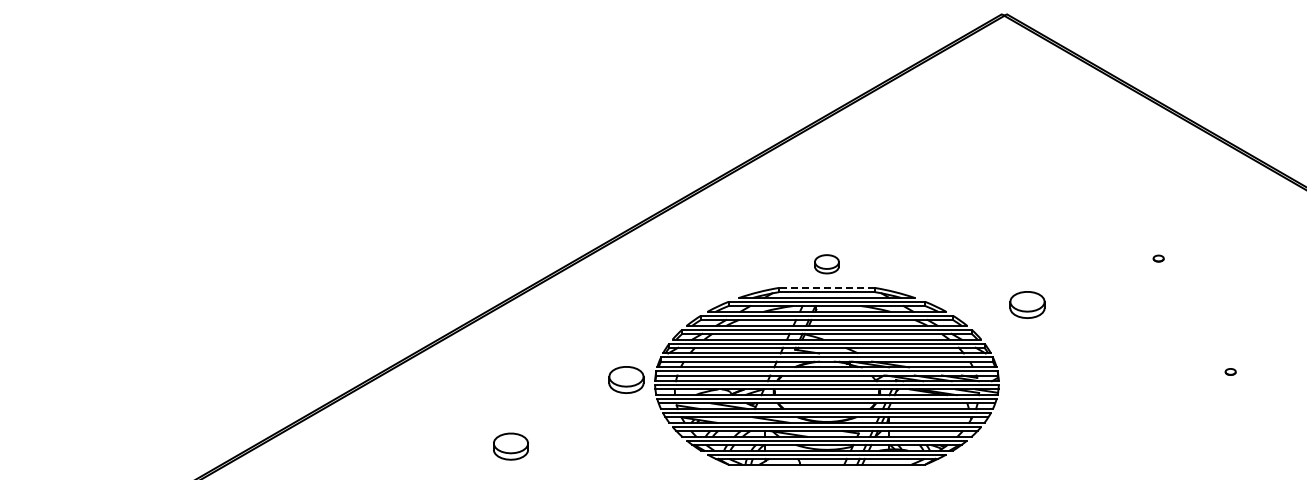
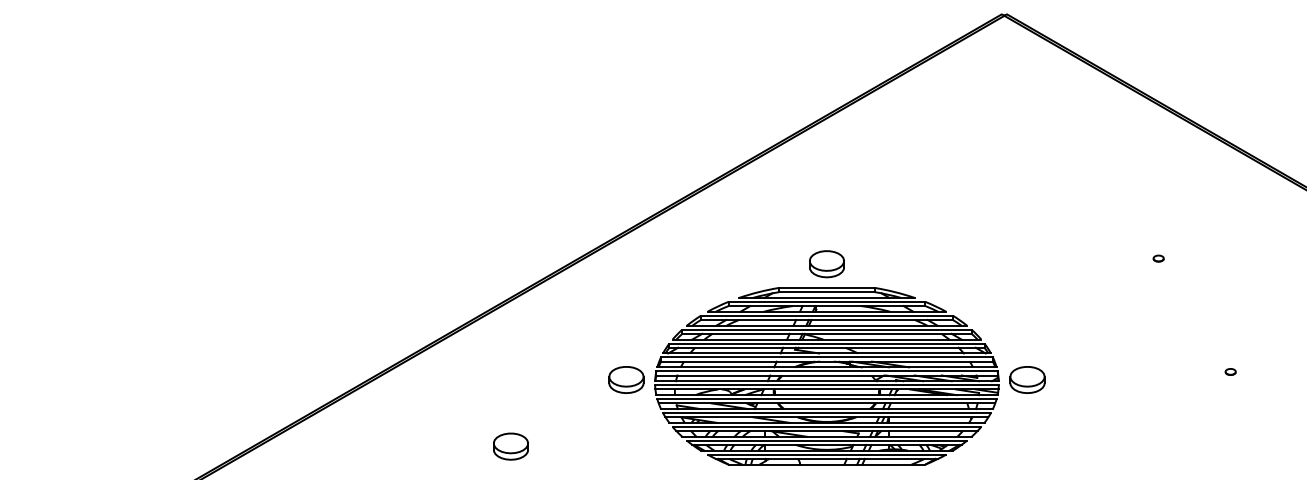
part at (826, 264) size: 26x21 px -> 36x29 px
line at (826, 287): dashed -> solid
part at (1027, 304) position: (1027, 304) -> (1027, 379)
